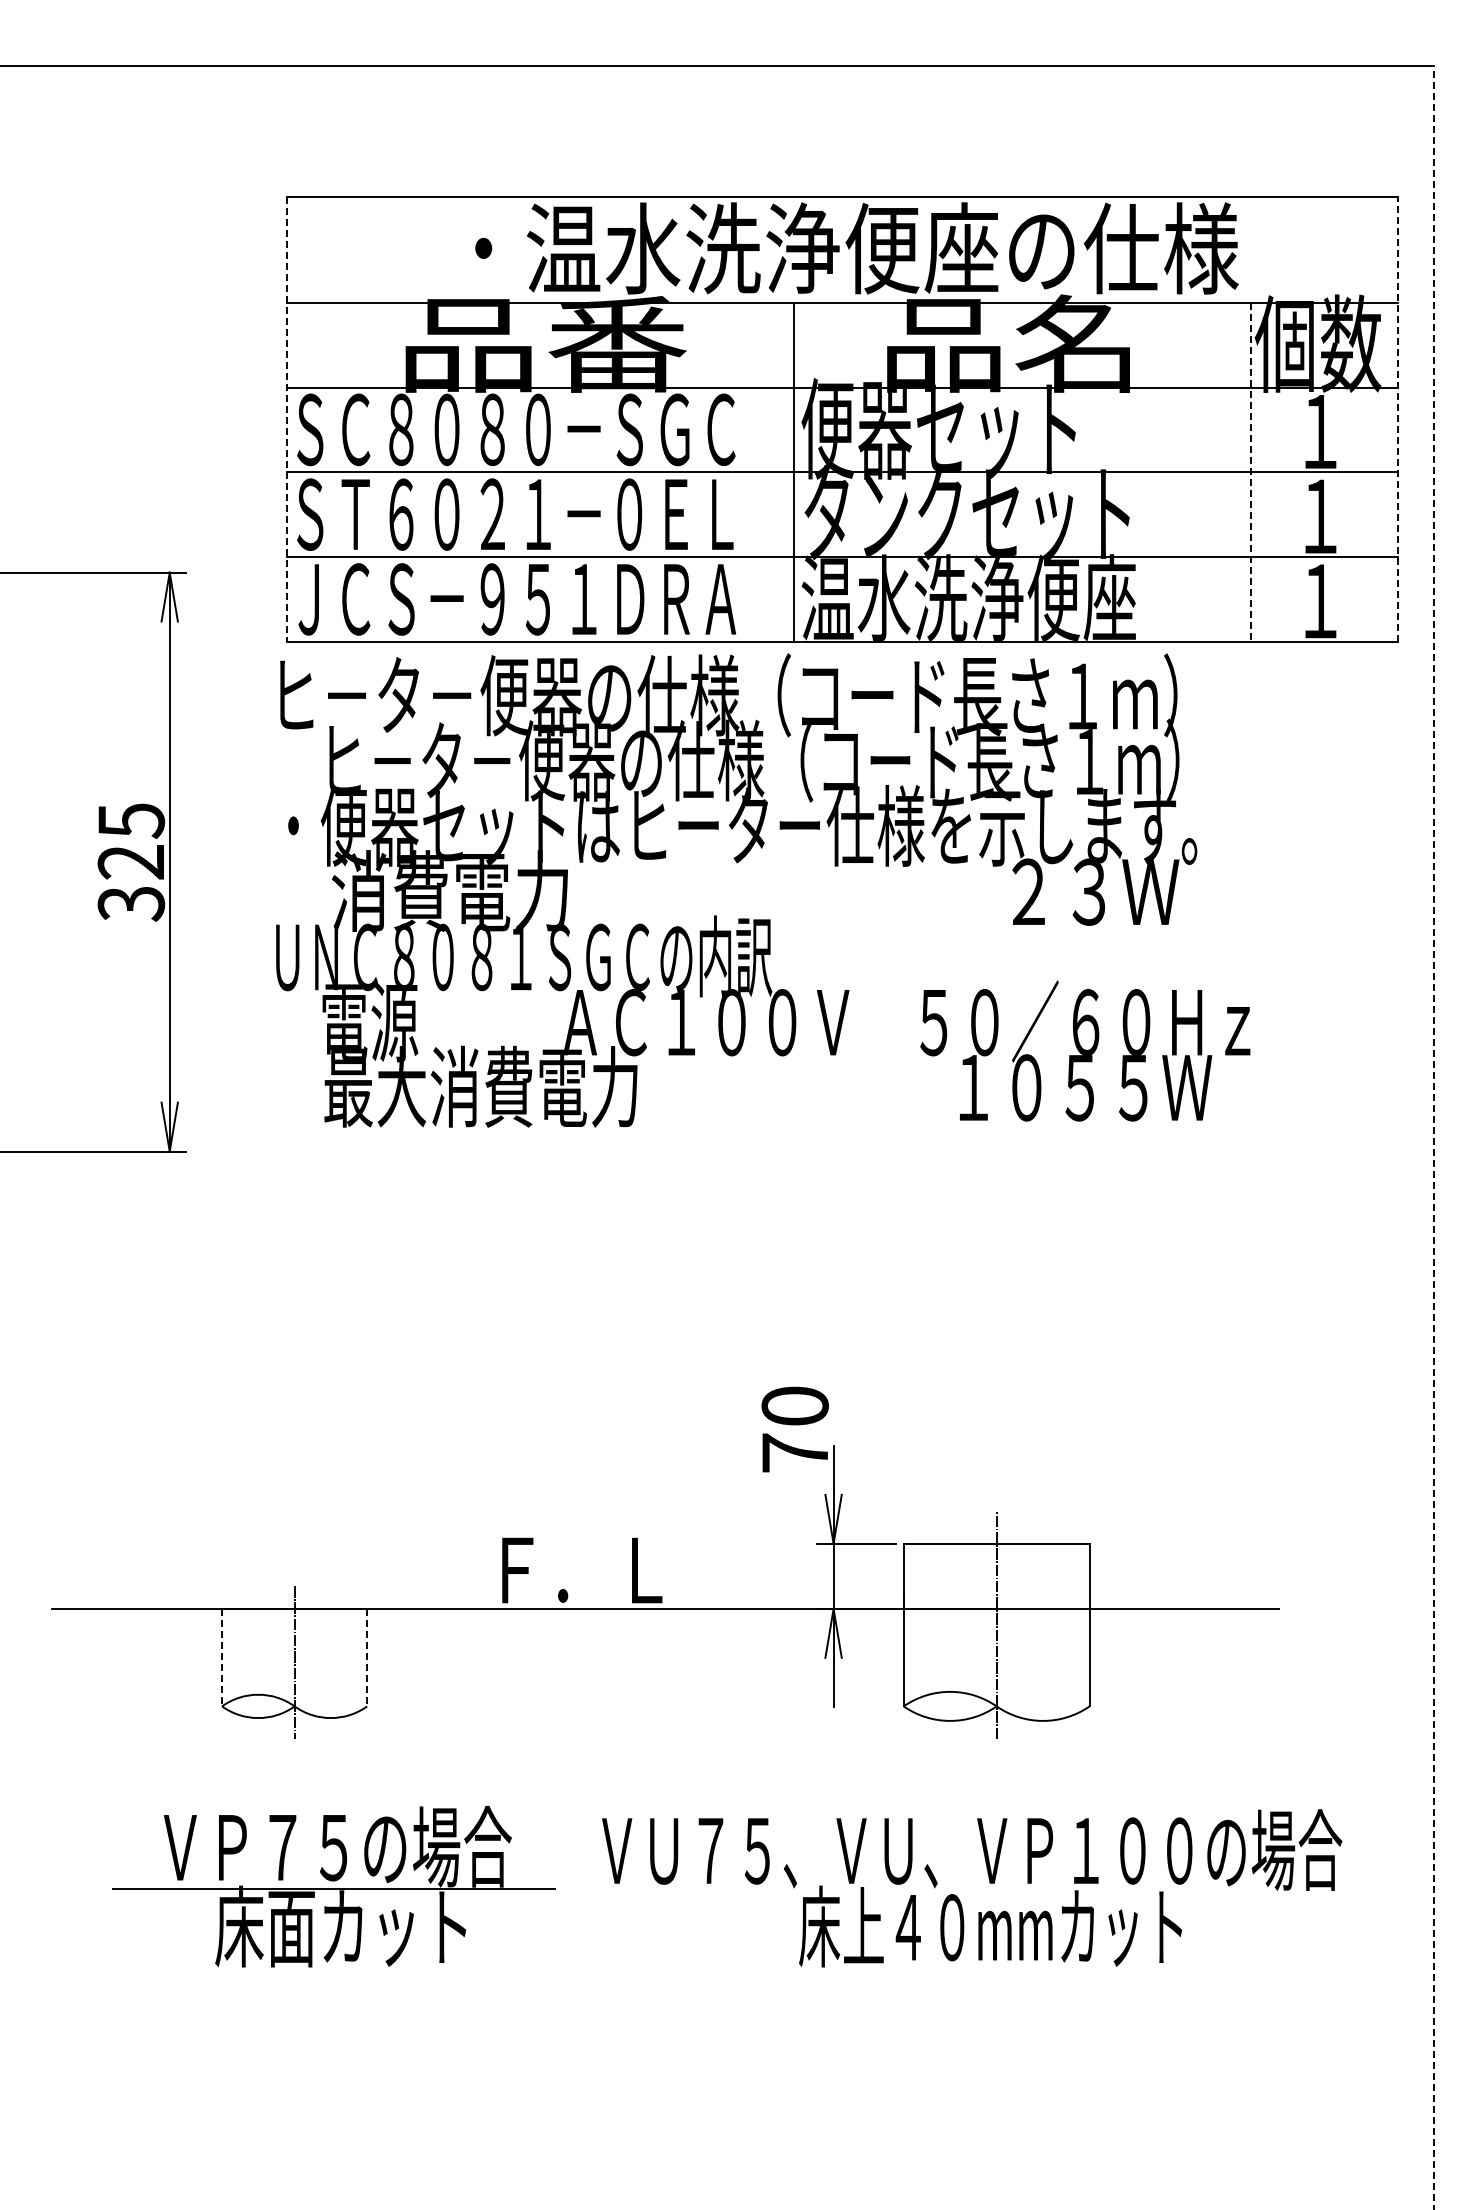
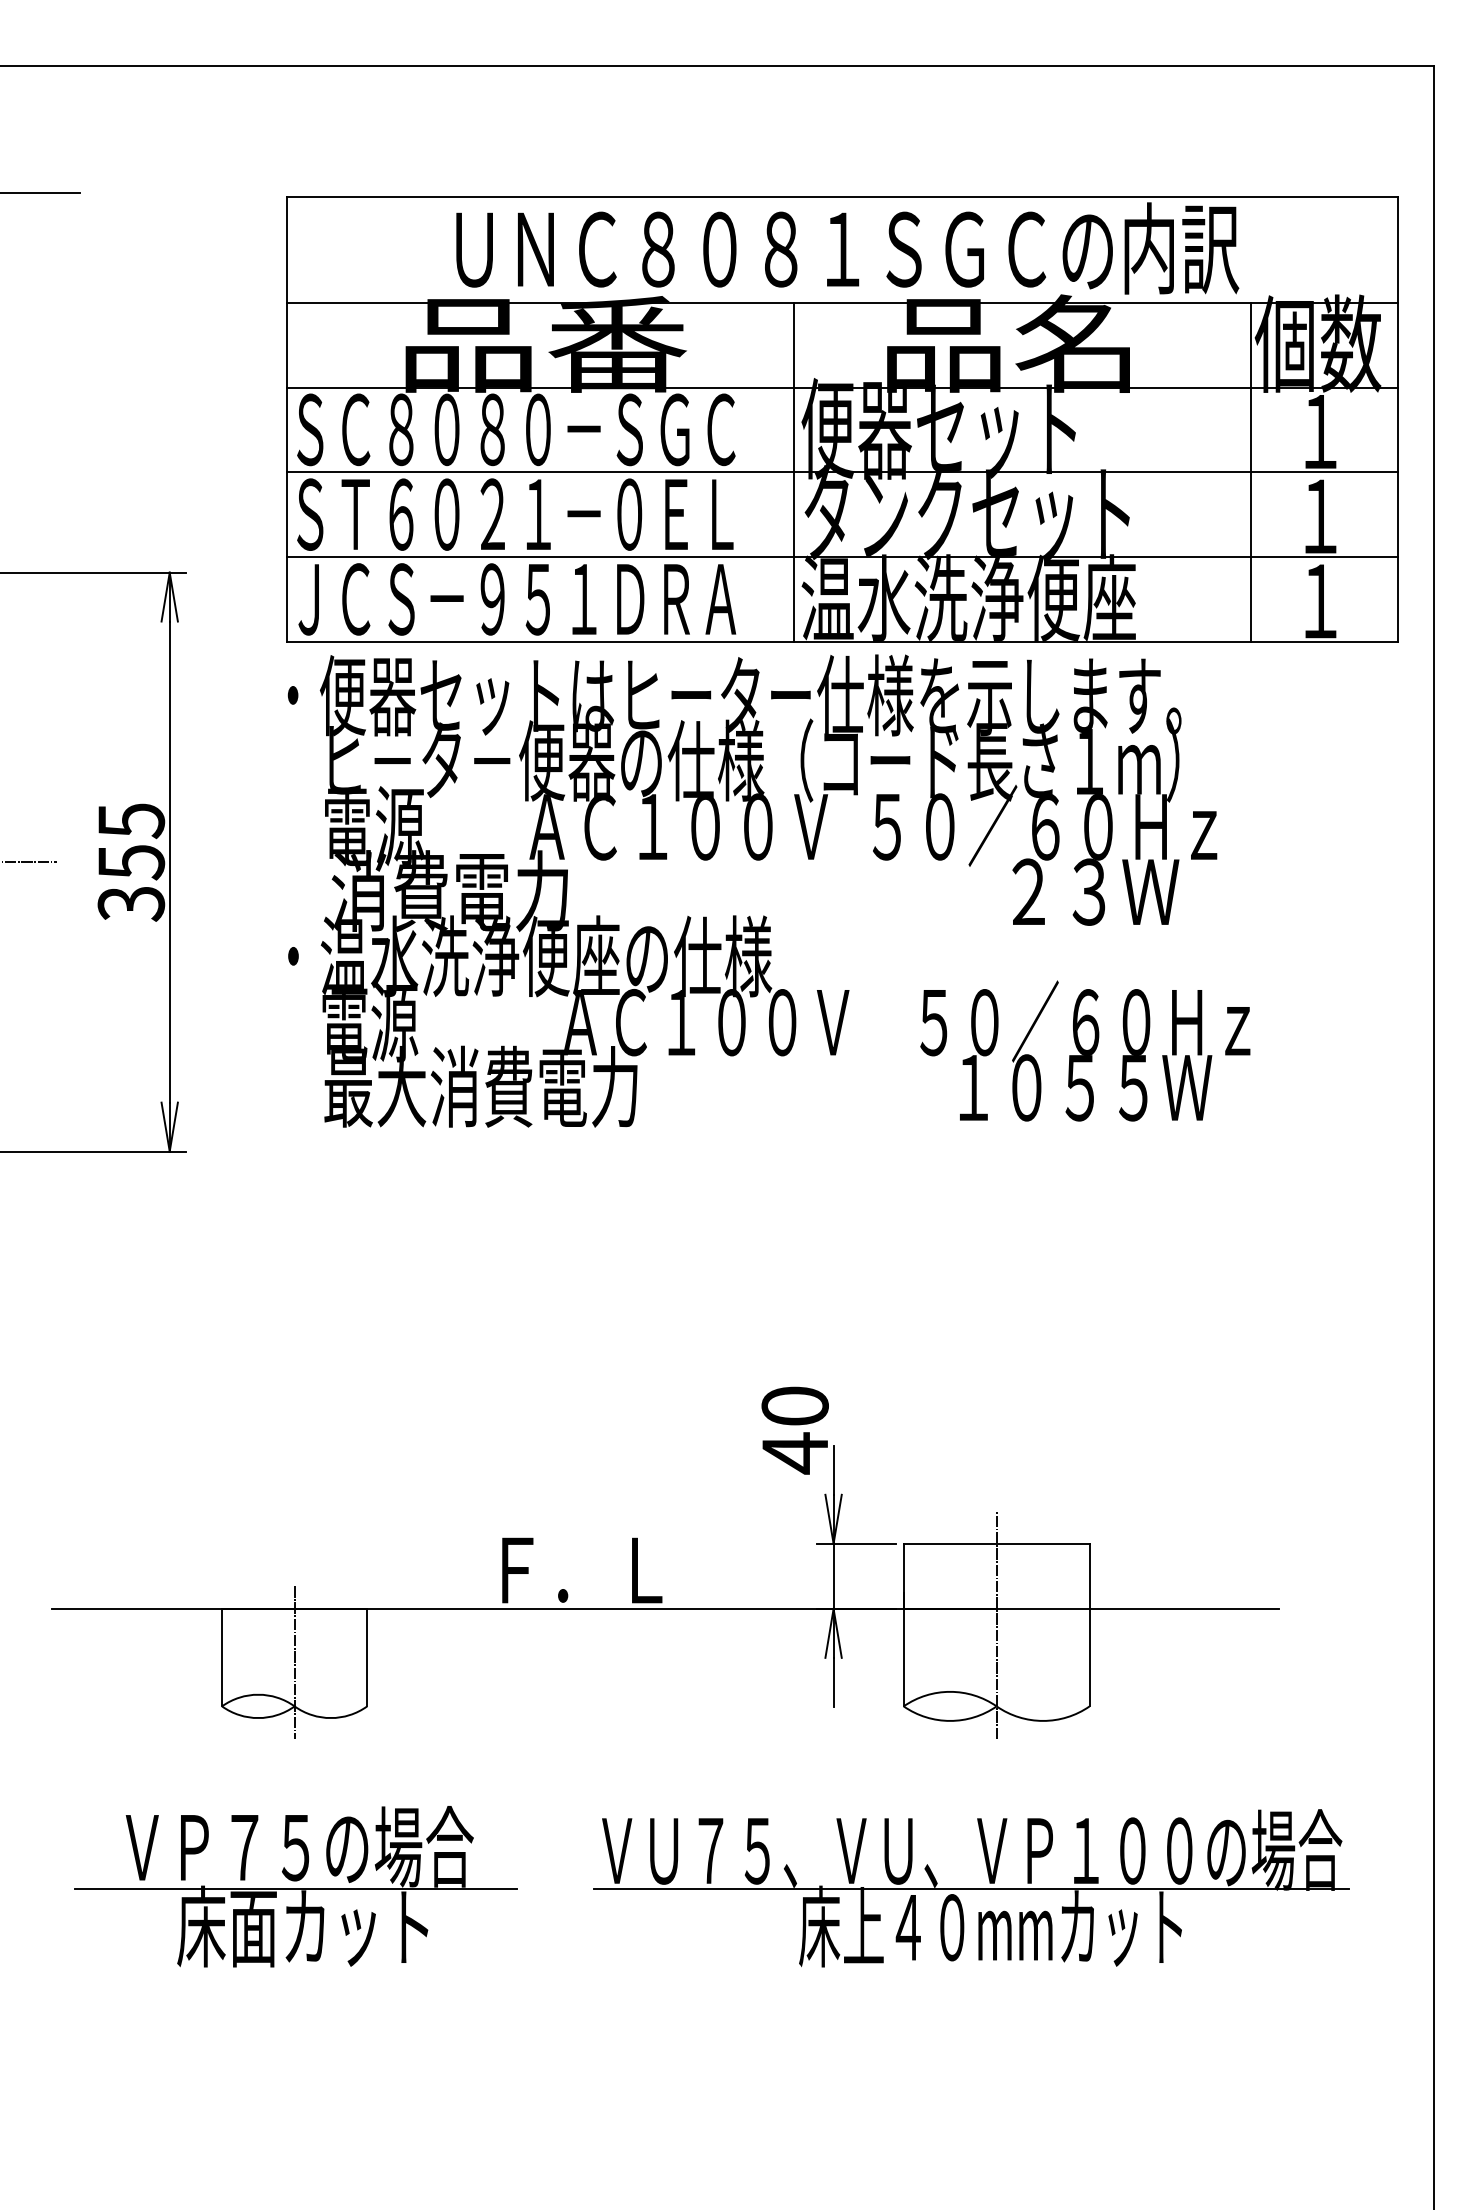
line at (41, 193): none -> present
text at (847, 248): ・温水洗浄便座の仕様 -> ＵＮＣ８０８１ＳＧＣの内訳
line at (287, 419): dashed -> solid
line at (1397, 419): dashed -> solid
line at (1251, 472): dashed -> solid
text at (730, 695): ヒ－タ－便器の仕様（コード長さ１ｍ） -> ・便器セットはヒーター仕様を示します。
text at (752, 825): ・便器セットはヒーター仕様を示します。 -> 電源        ＡＣ１００Ｖ  ５０／６０Ｈｚ
line at (29, 862): none -> present
text at (131, 862): 325 -> 355
text at (524, 956): ＵＮＣ８０８１ＳＧＣの内訳 -> ・温水洗浄便座の仕様
line at (1433, 1138): dashed -> solid
text at (794, 1453): 70 -> 40
line at (222, 1657): dashed -> solid
line at (367, 1657): dashed -> solid
part at (333, 1886) position: (333, 1886) -> (295, 1886)
line at (970, 1889): none -> present
